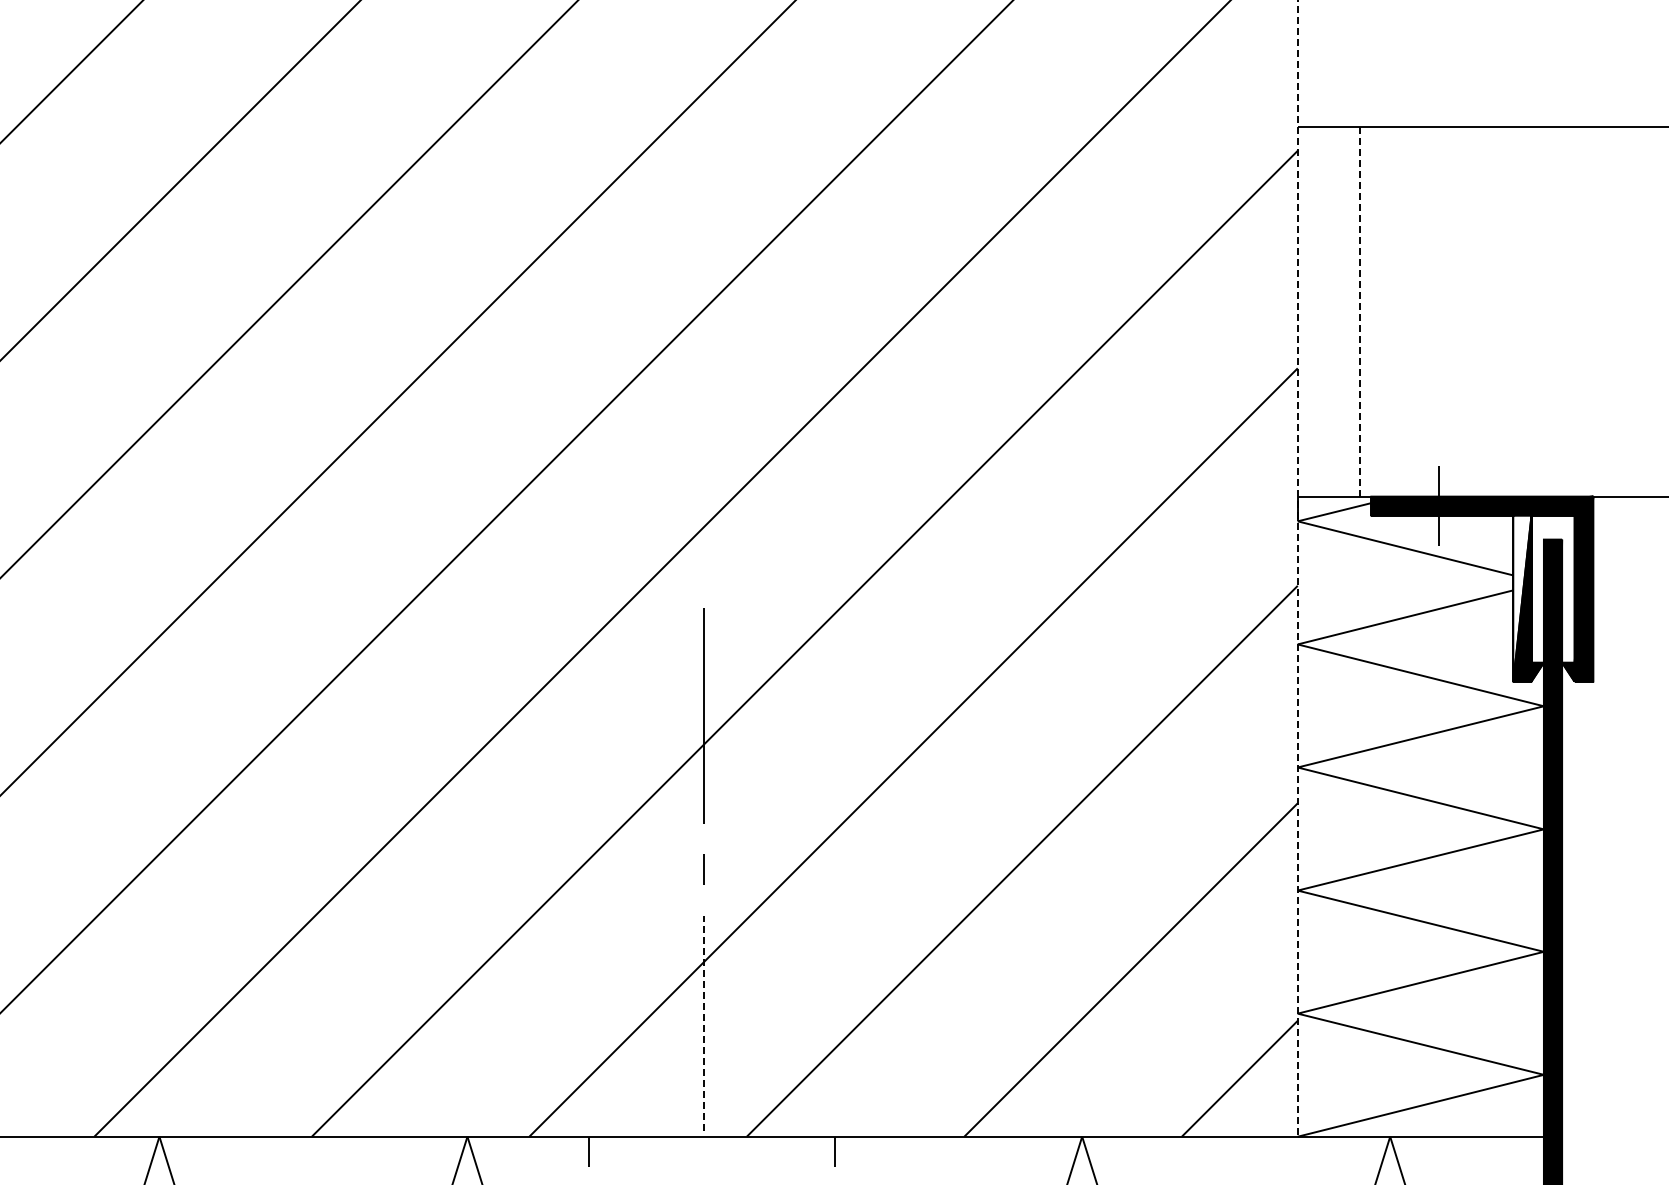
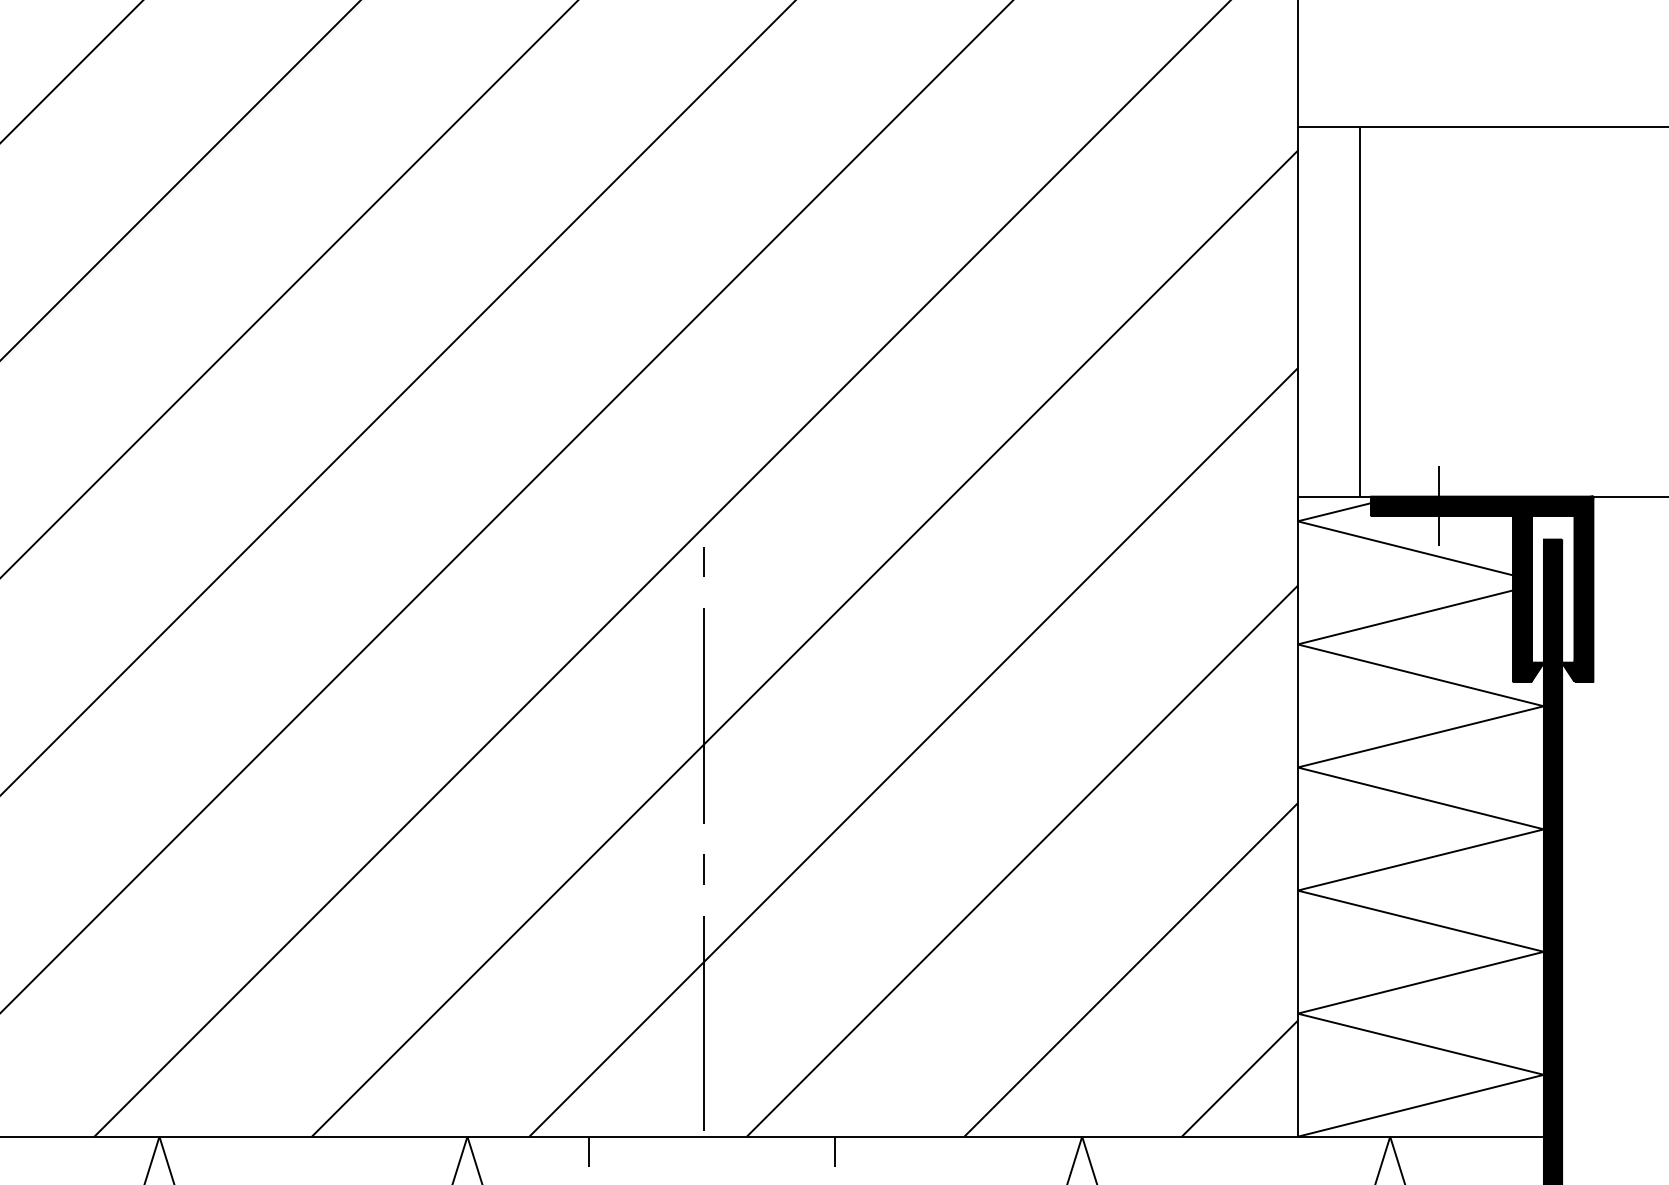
line at (1359, 312): dashed -> solid
line at (703, 561): none -> present
line at (1297, 568): dashed -> solid
fill at (1522, 598): none -> present
line at (703, 1022): dashed -> solid
